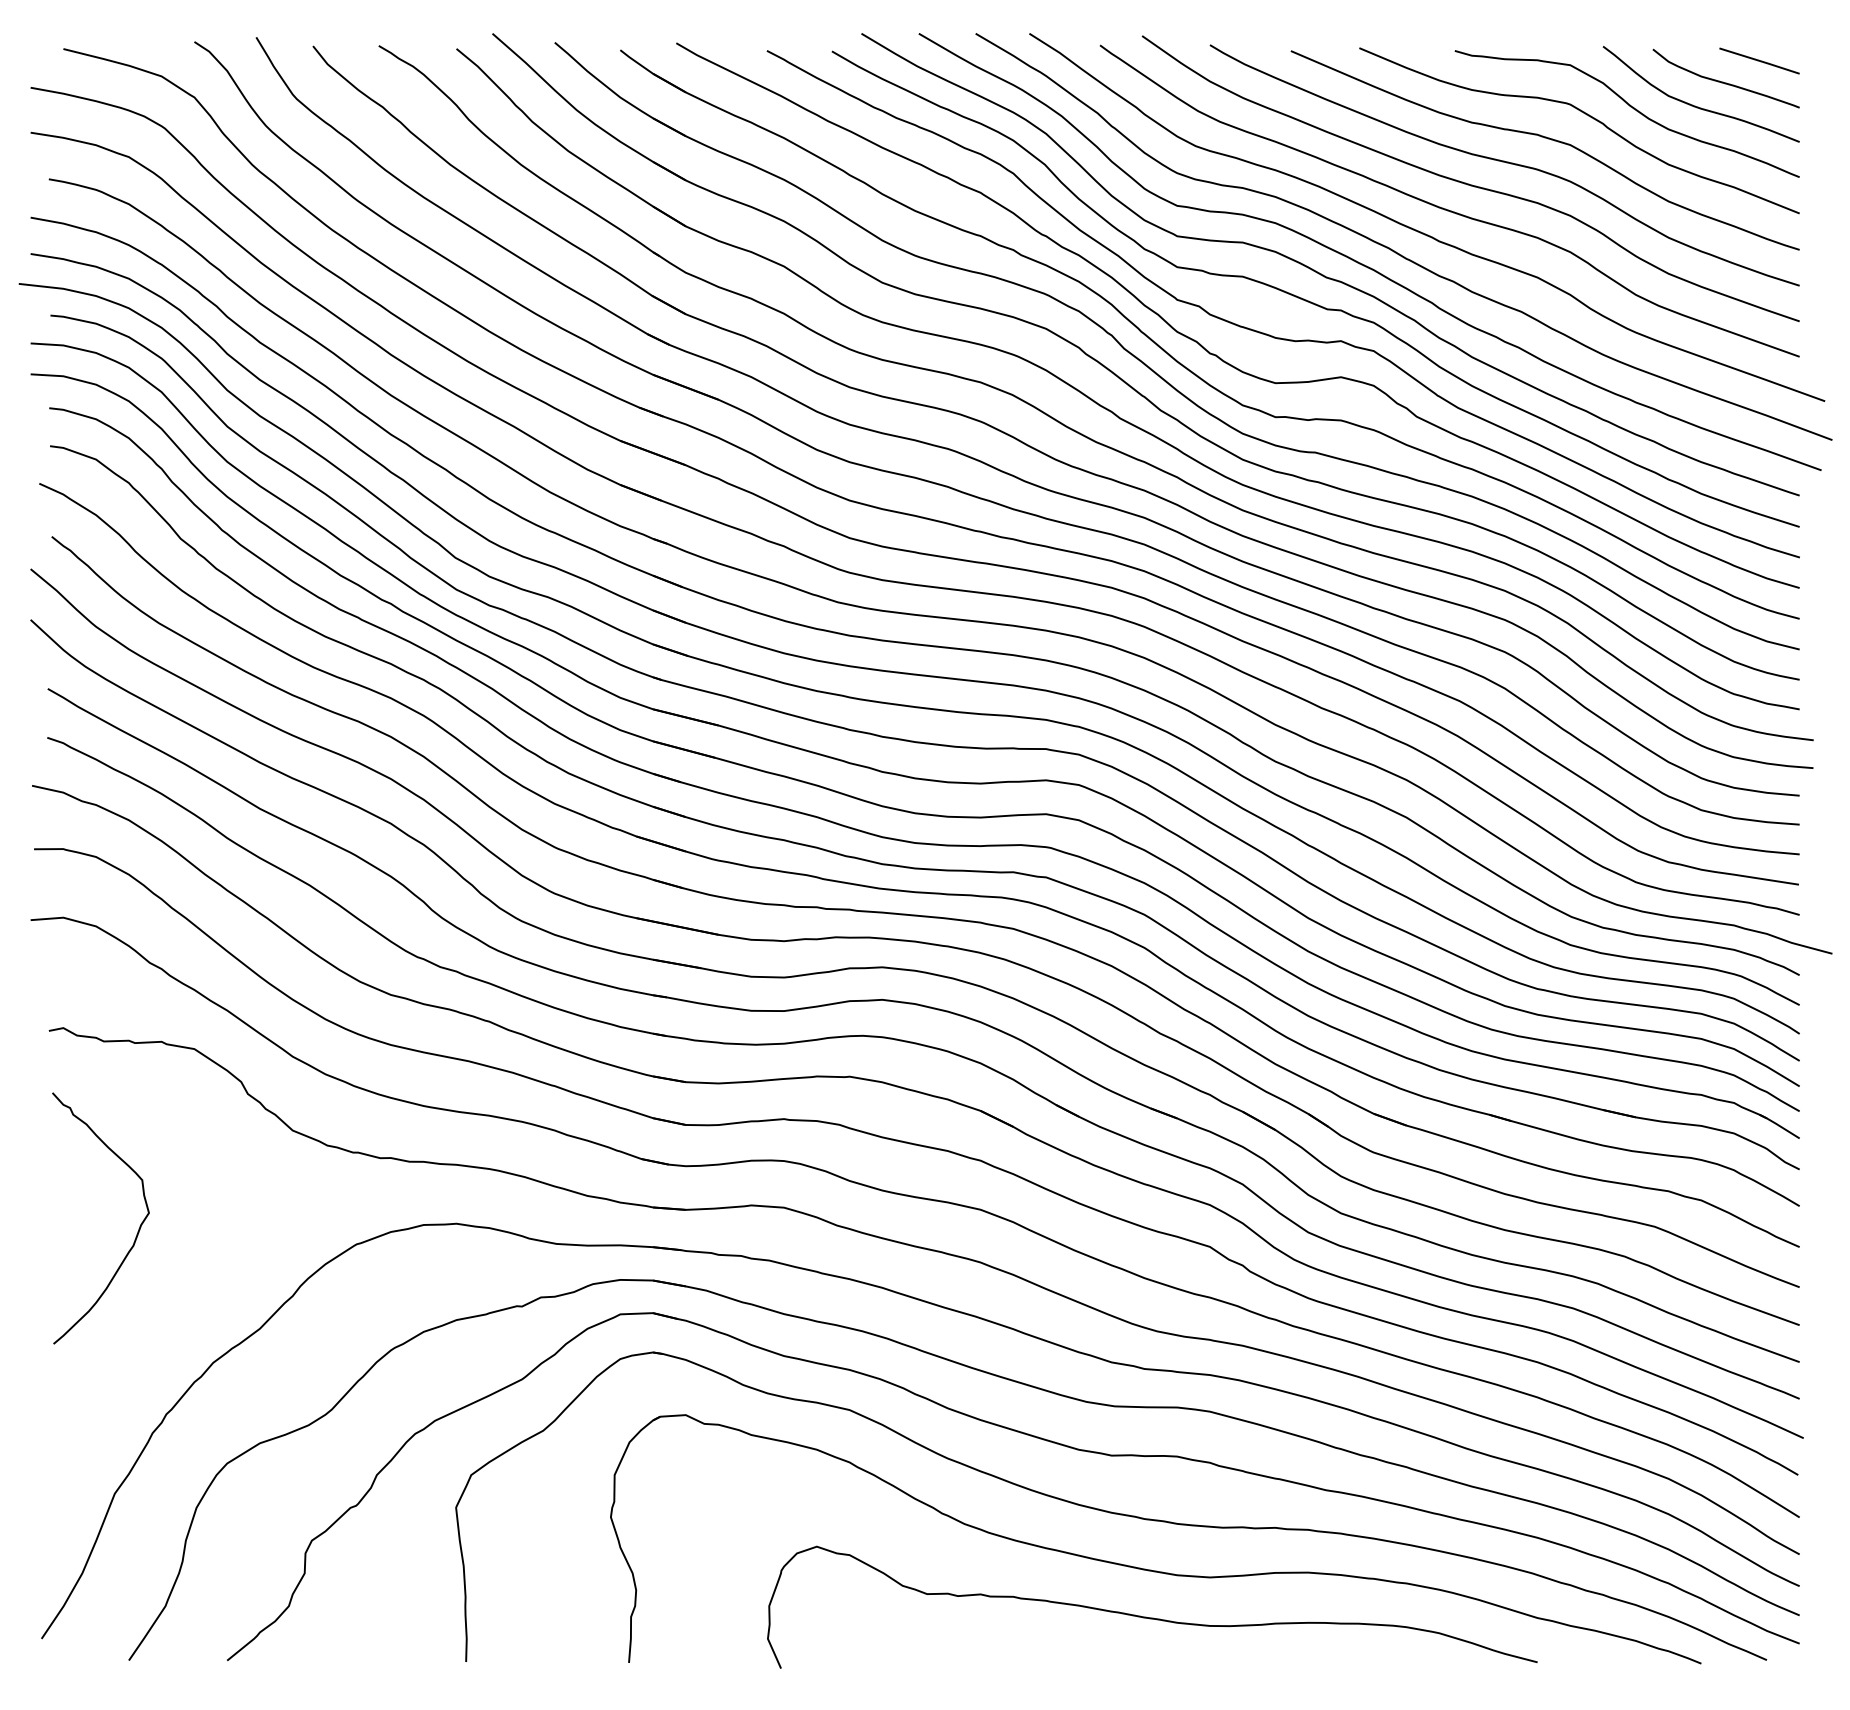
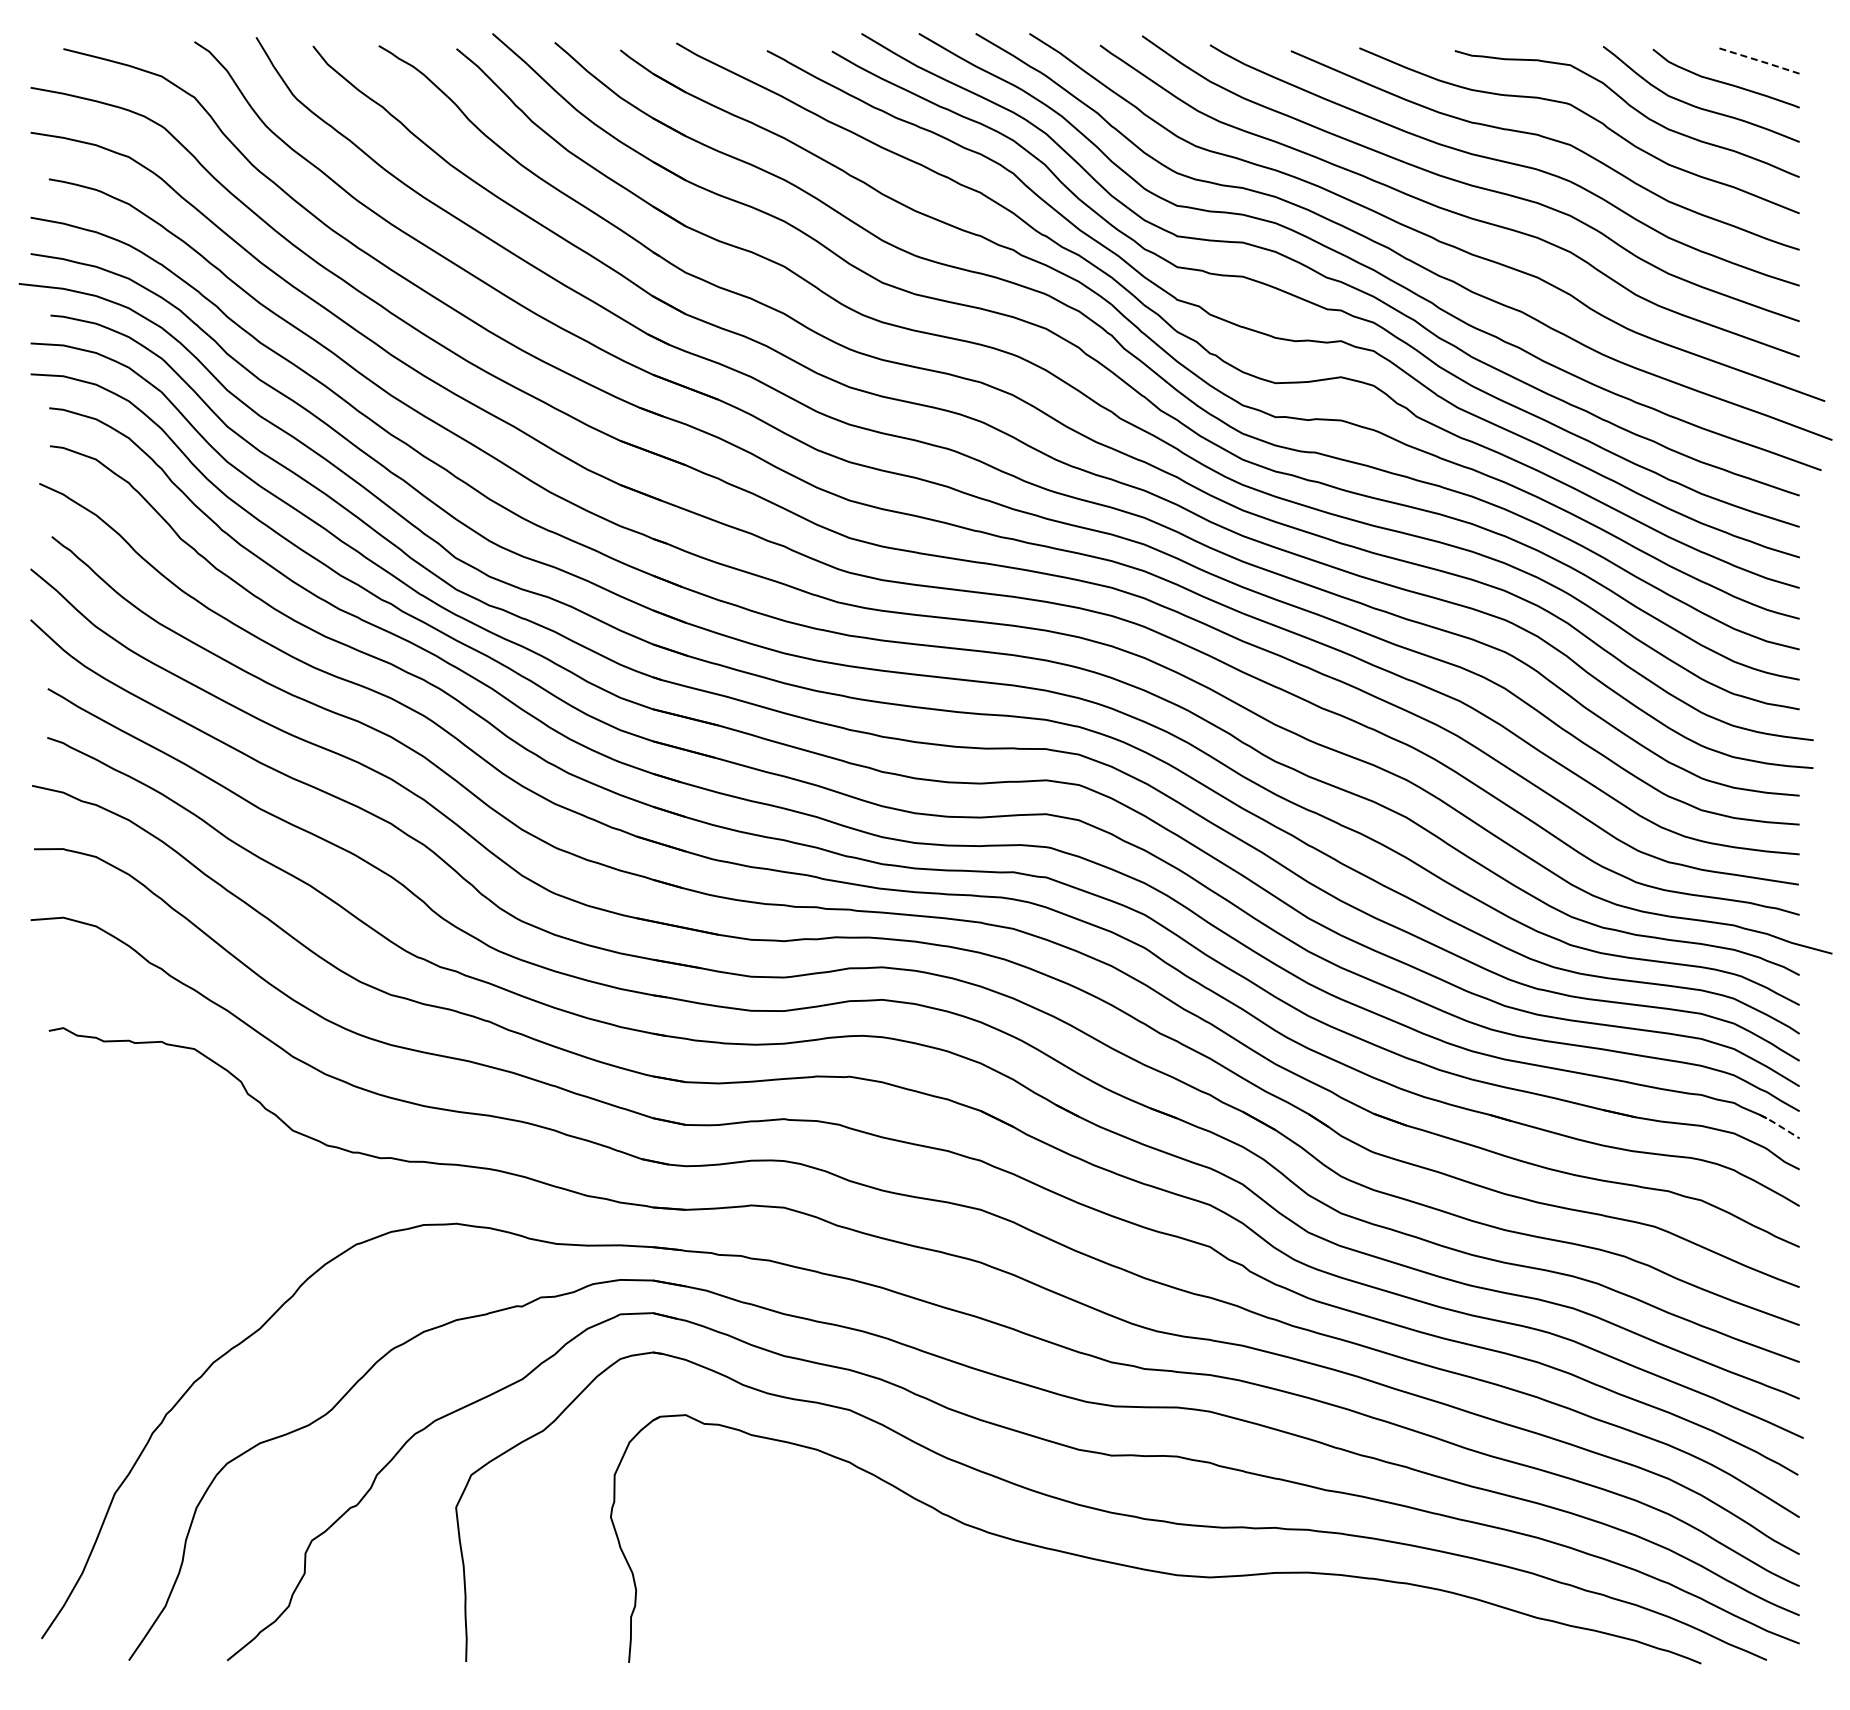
line at (1759, 61): solid -> dashed
line at (1779, 1125): solid -> dashed
curve at (137, 1231): present -> none
curve at (1152, 1617): present -> none
